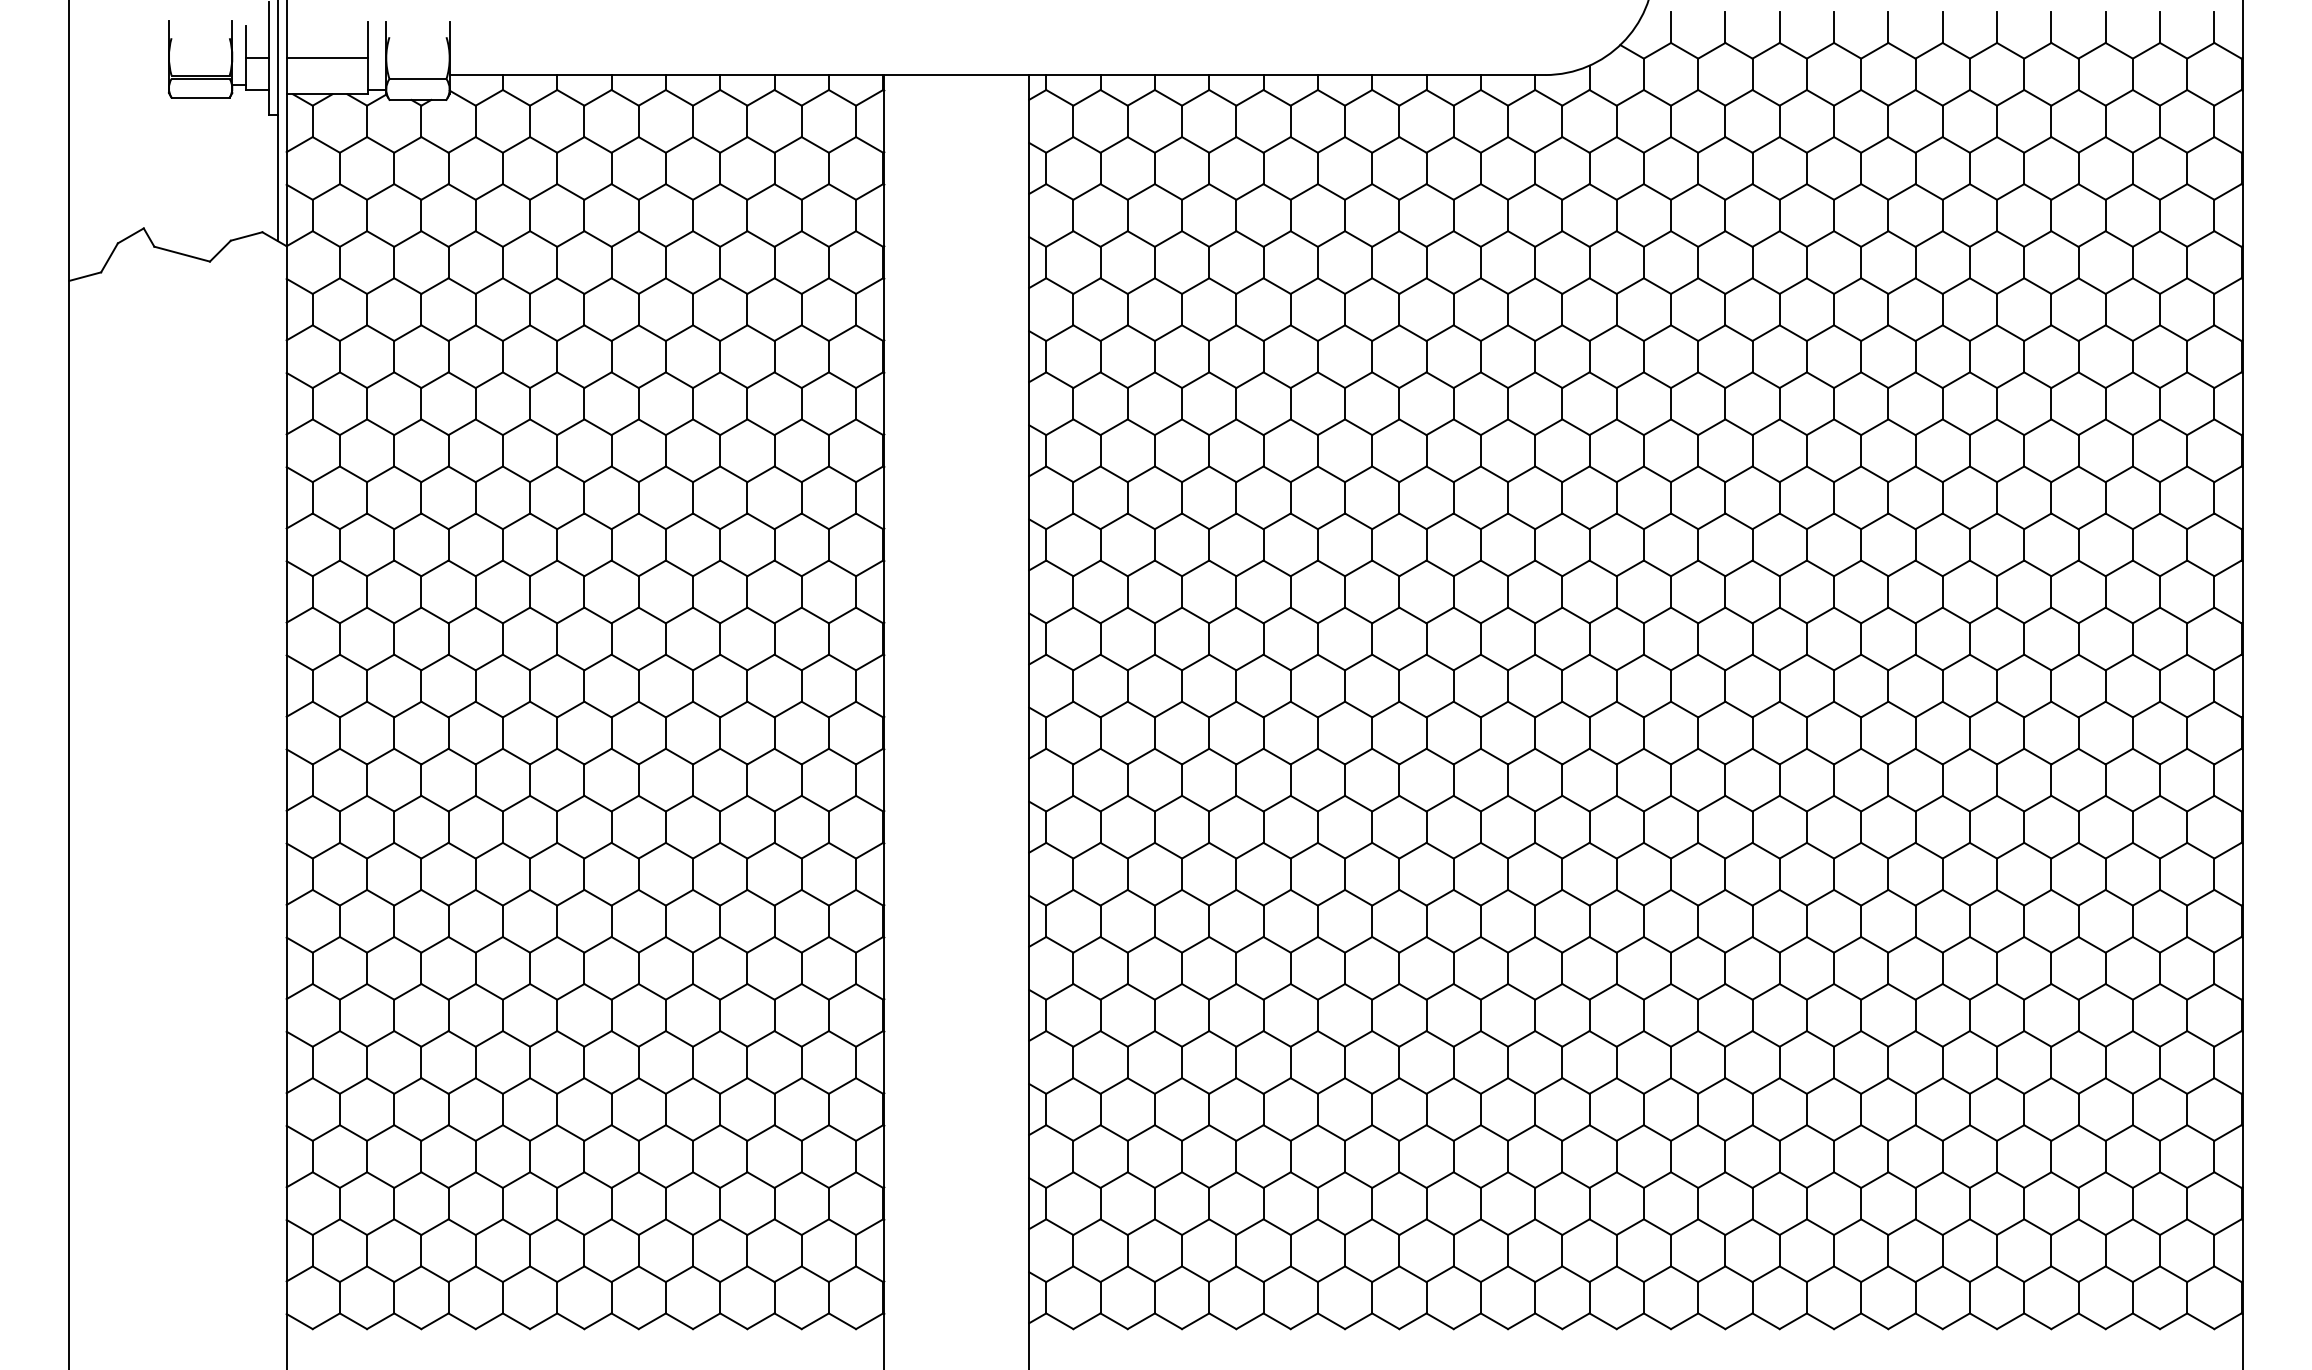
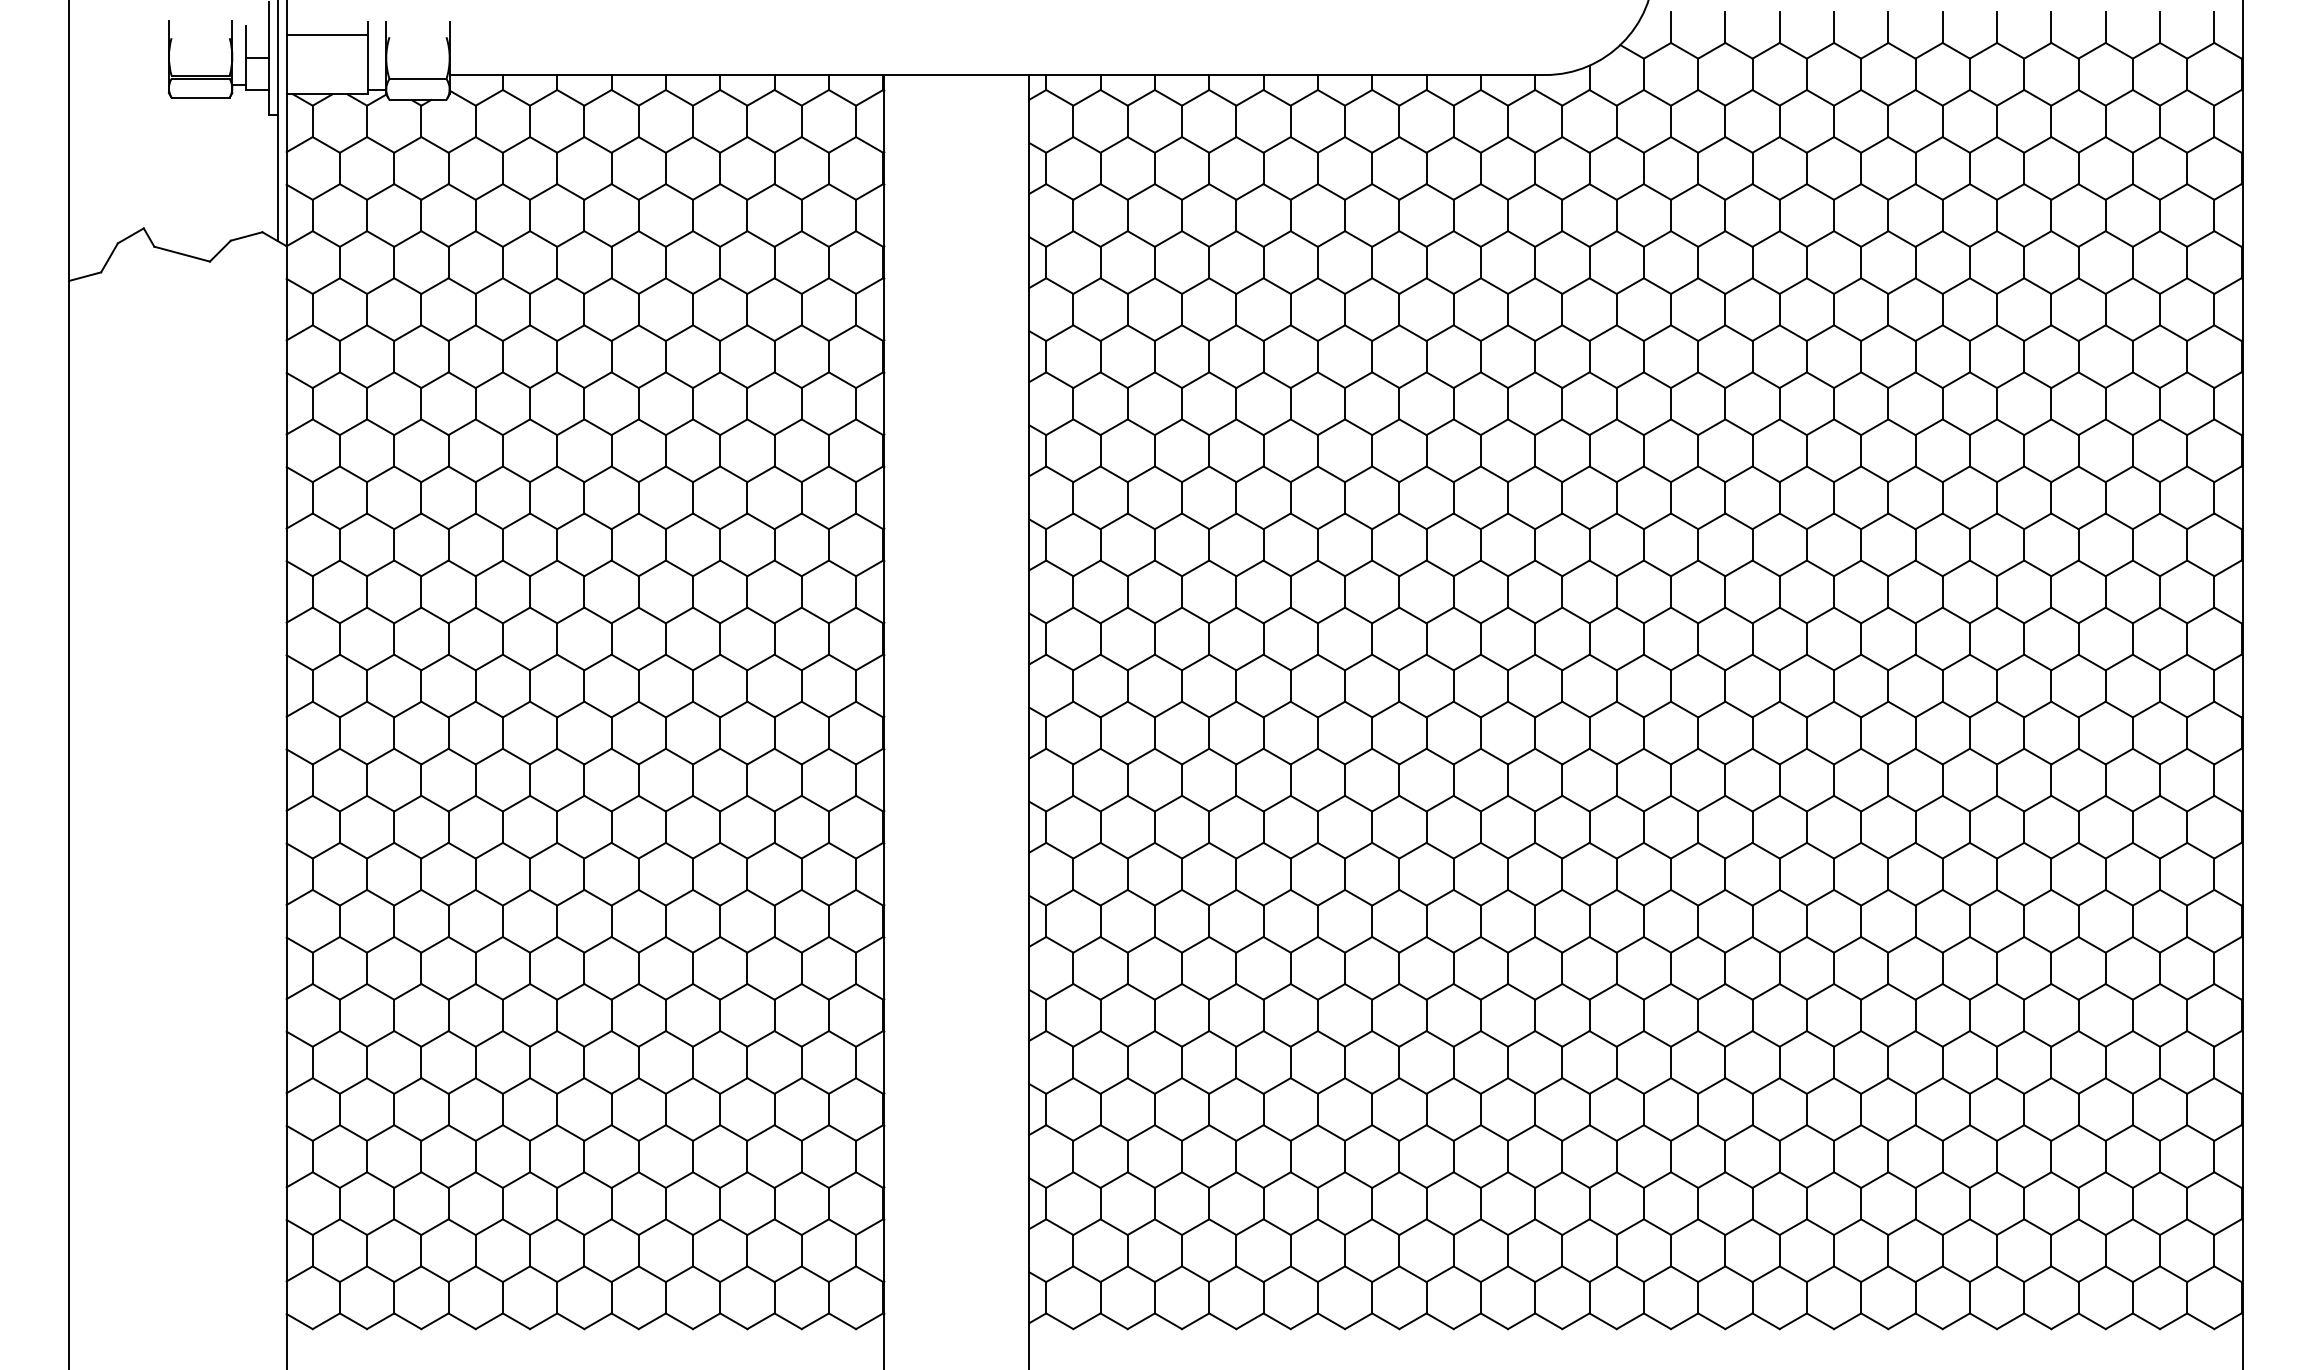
line at (327, 58) position: (327, 58) -> (327, 35)
